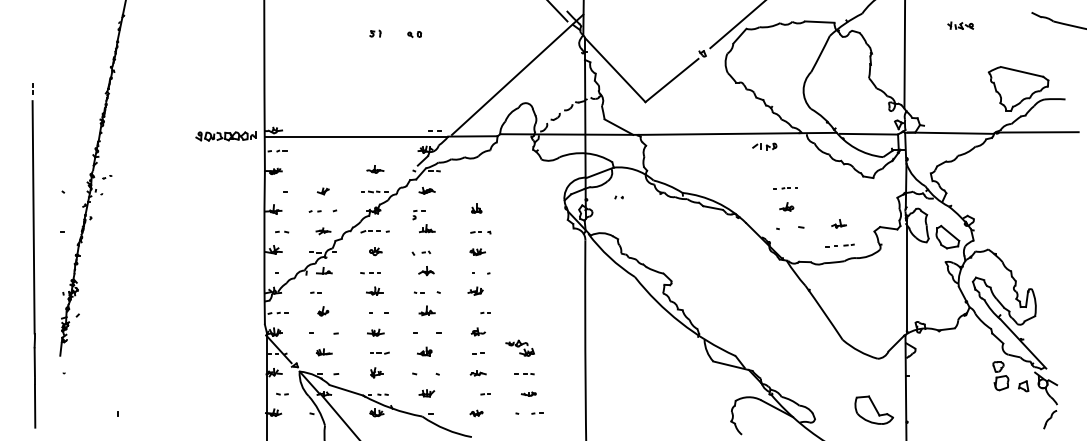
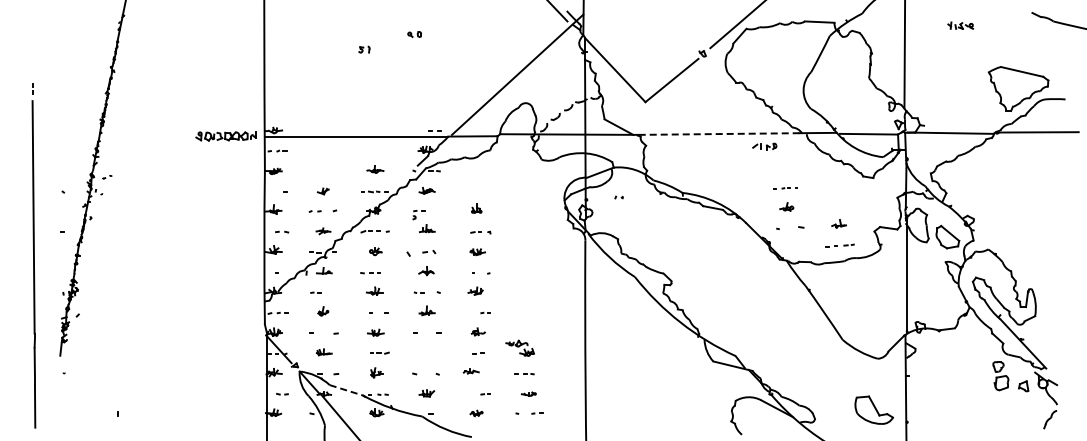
part at (375, 33) position: (375, 33) -> (364, 49)
line at (719, 134): solid -> dashed
part at (421, 252) size: 21x6 px -> 31x8 px
part at (424, 351): present -> none
part at (477, 373) position: (477, 373) -> (470, 371)
line at (346, 390): solid -> dashed
